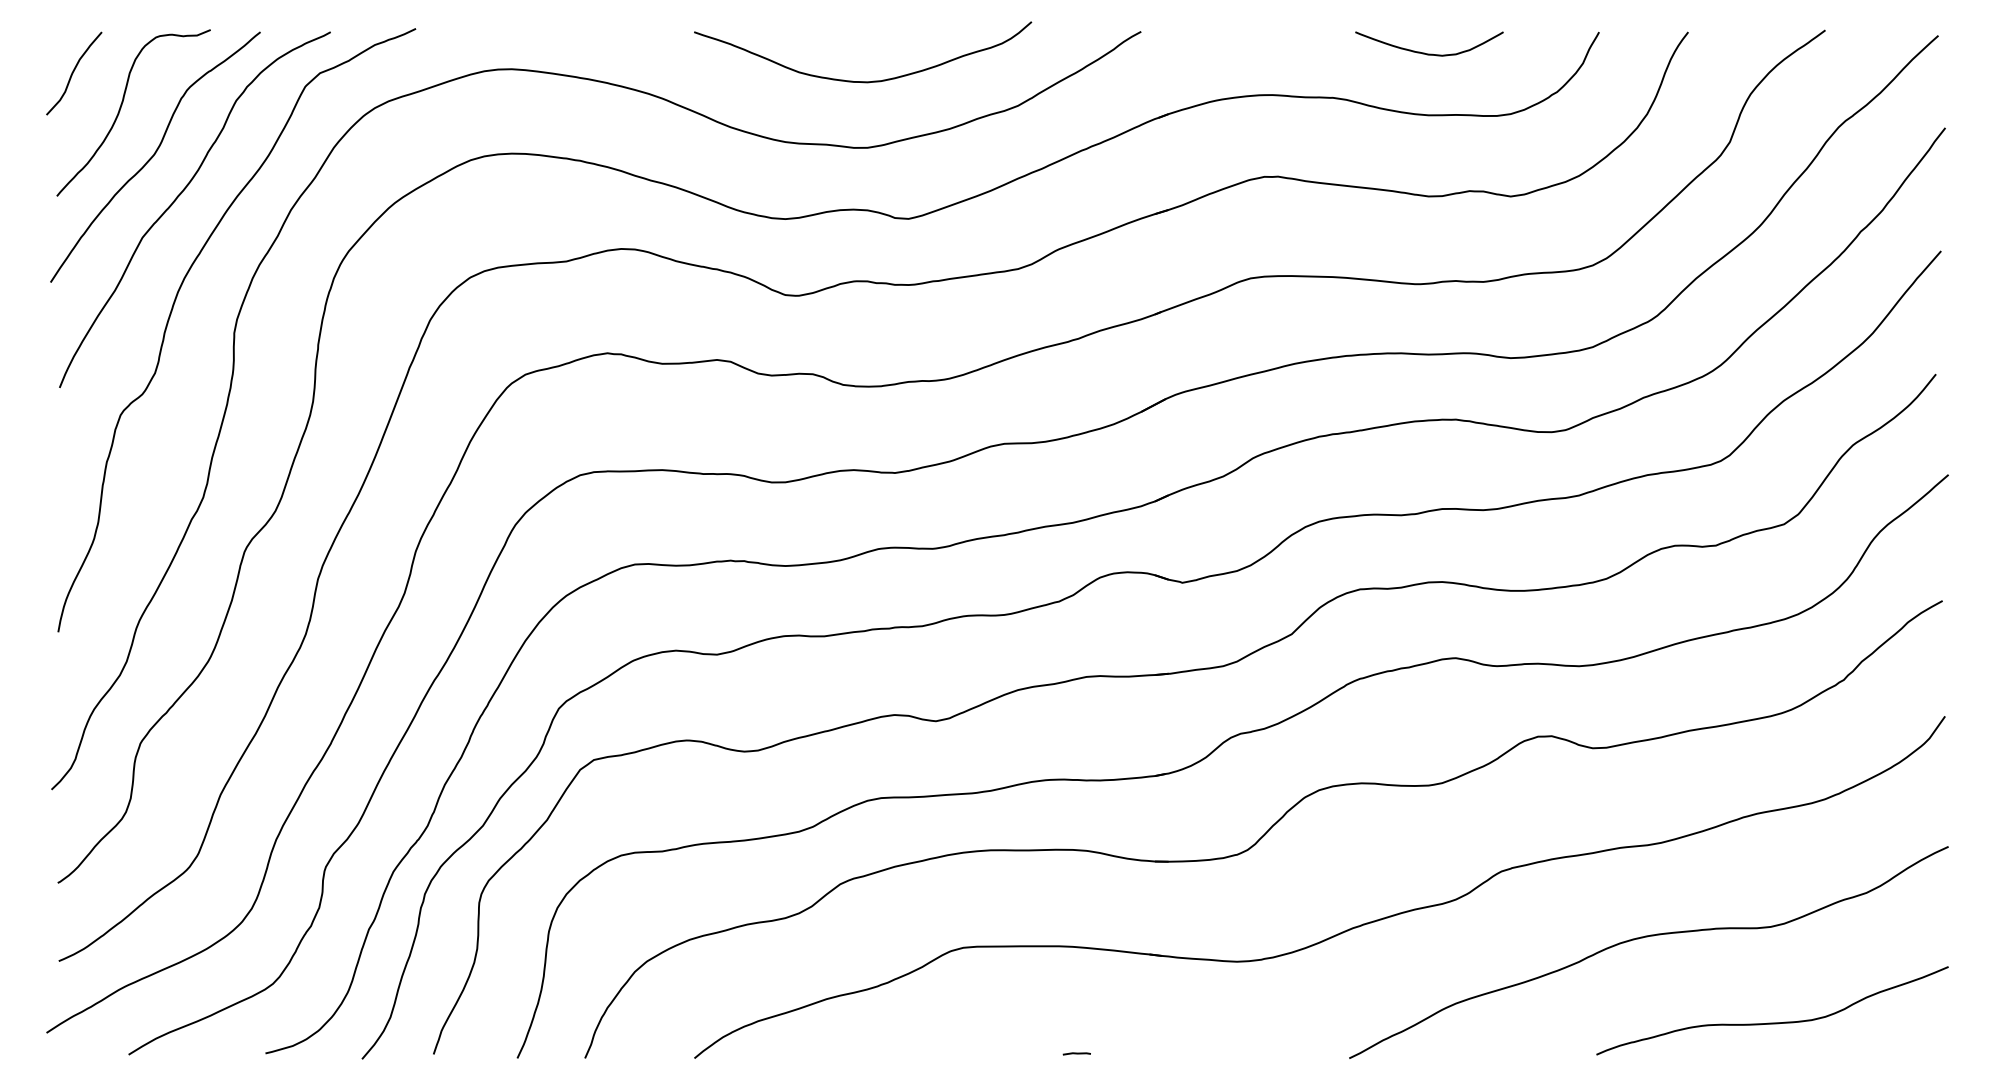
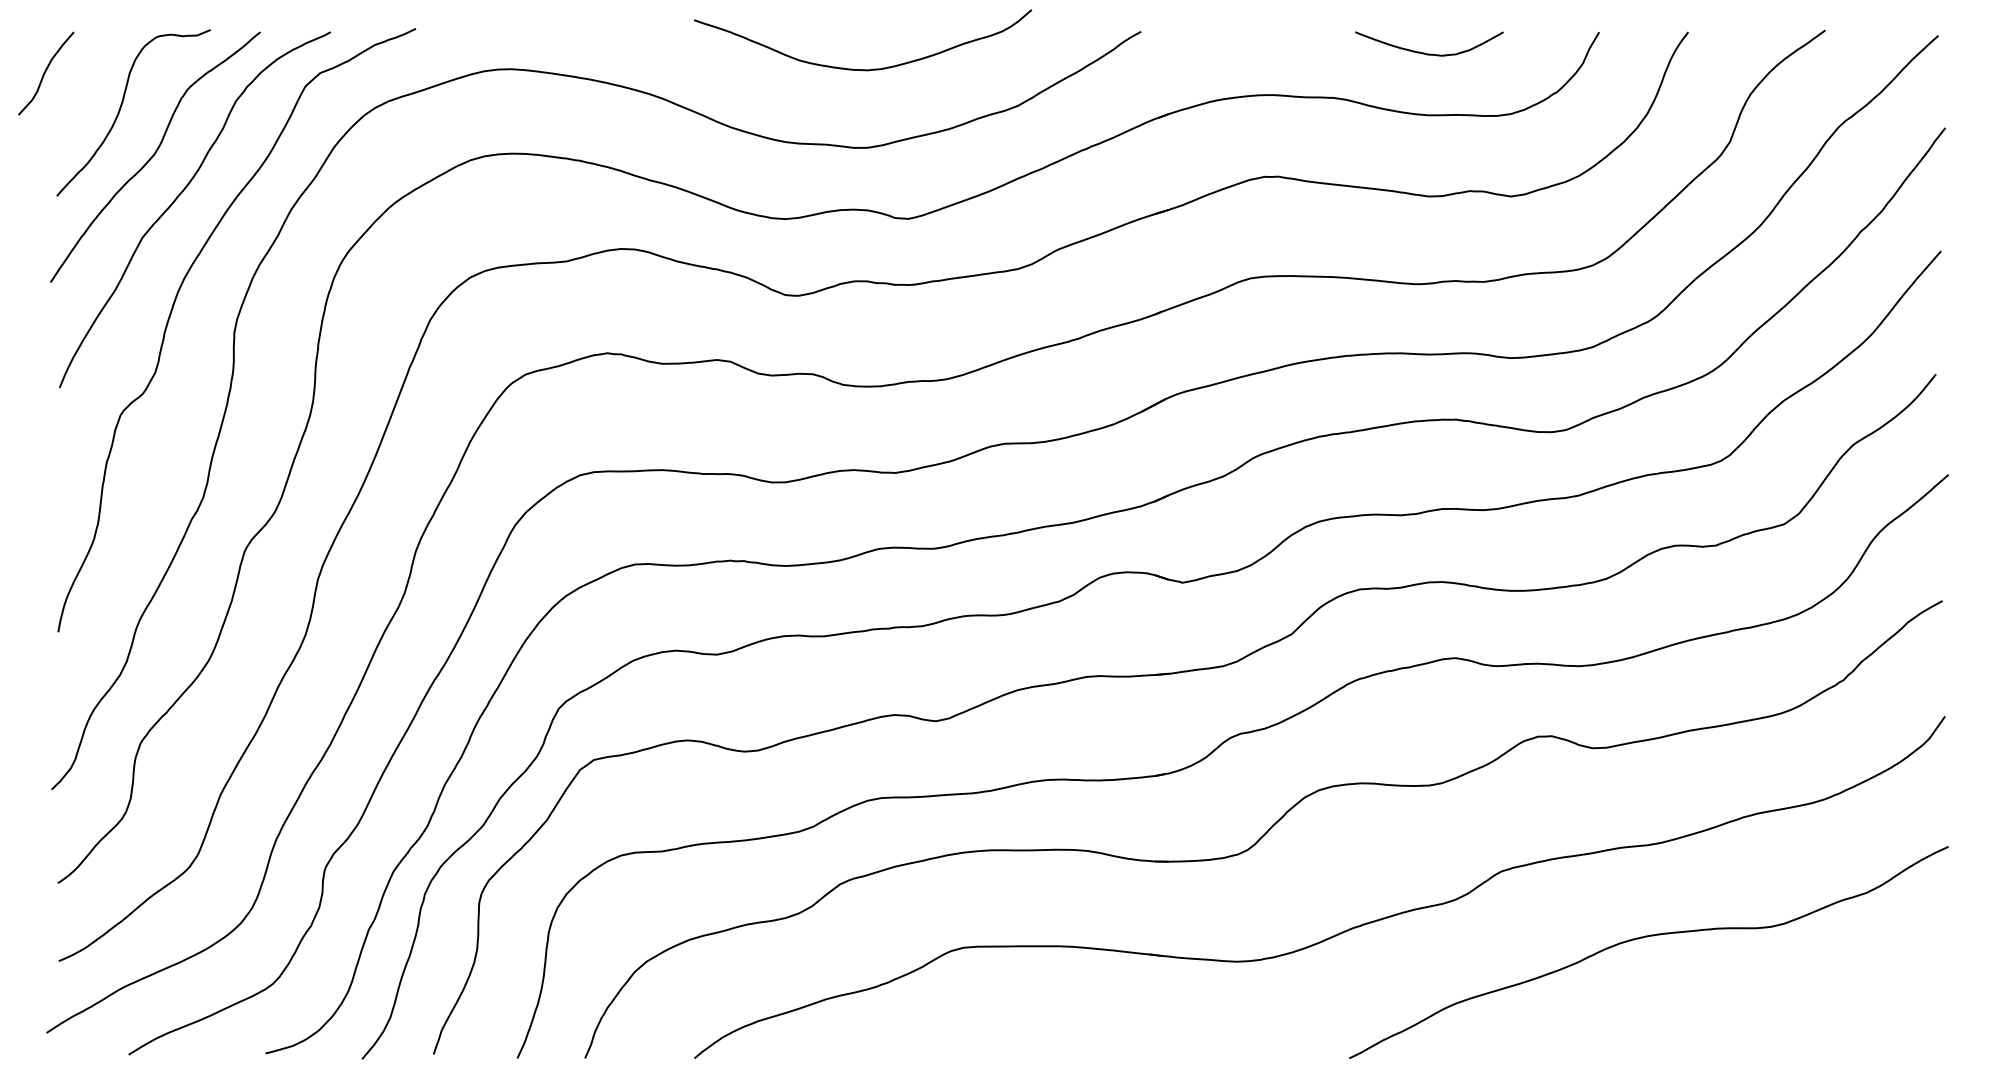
curve at (73, 73) position: (73, 73) -> (45, 73)
curve at (863, 81) position: (863, 81) -> (863, 69)
curve at (1772, 1022): present -> none
line at (1076, 1053): present -> none
